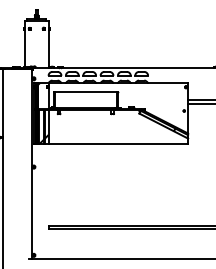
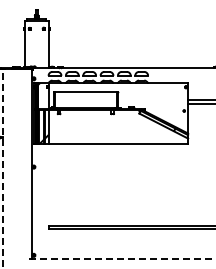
line at (2, 169): solid -> dashed
line at (122, 259): solid -> dashed
